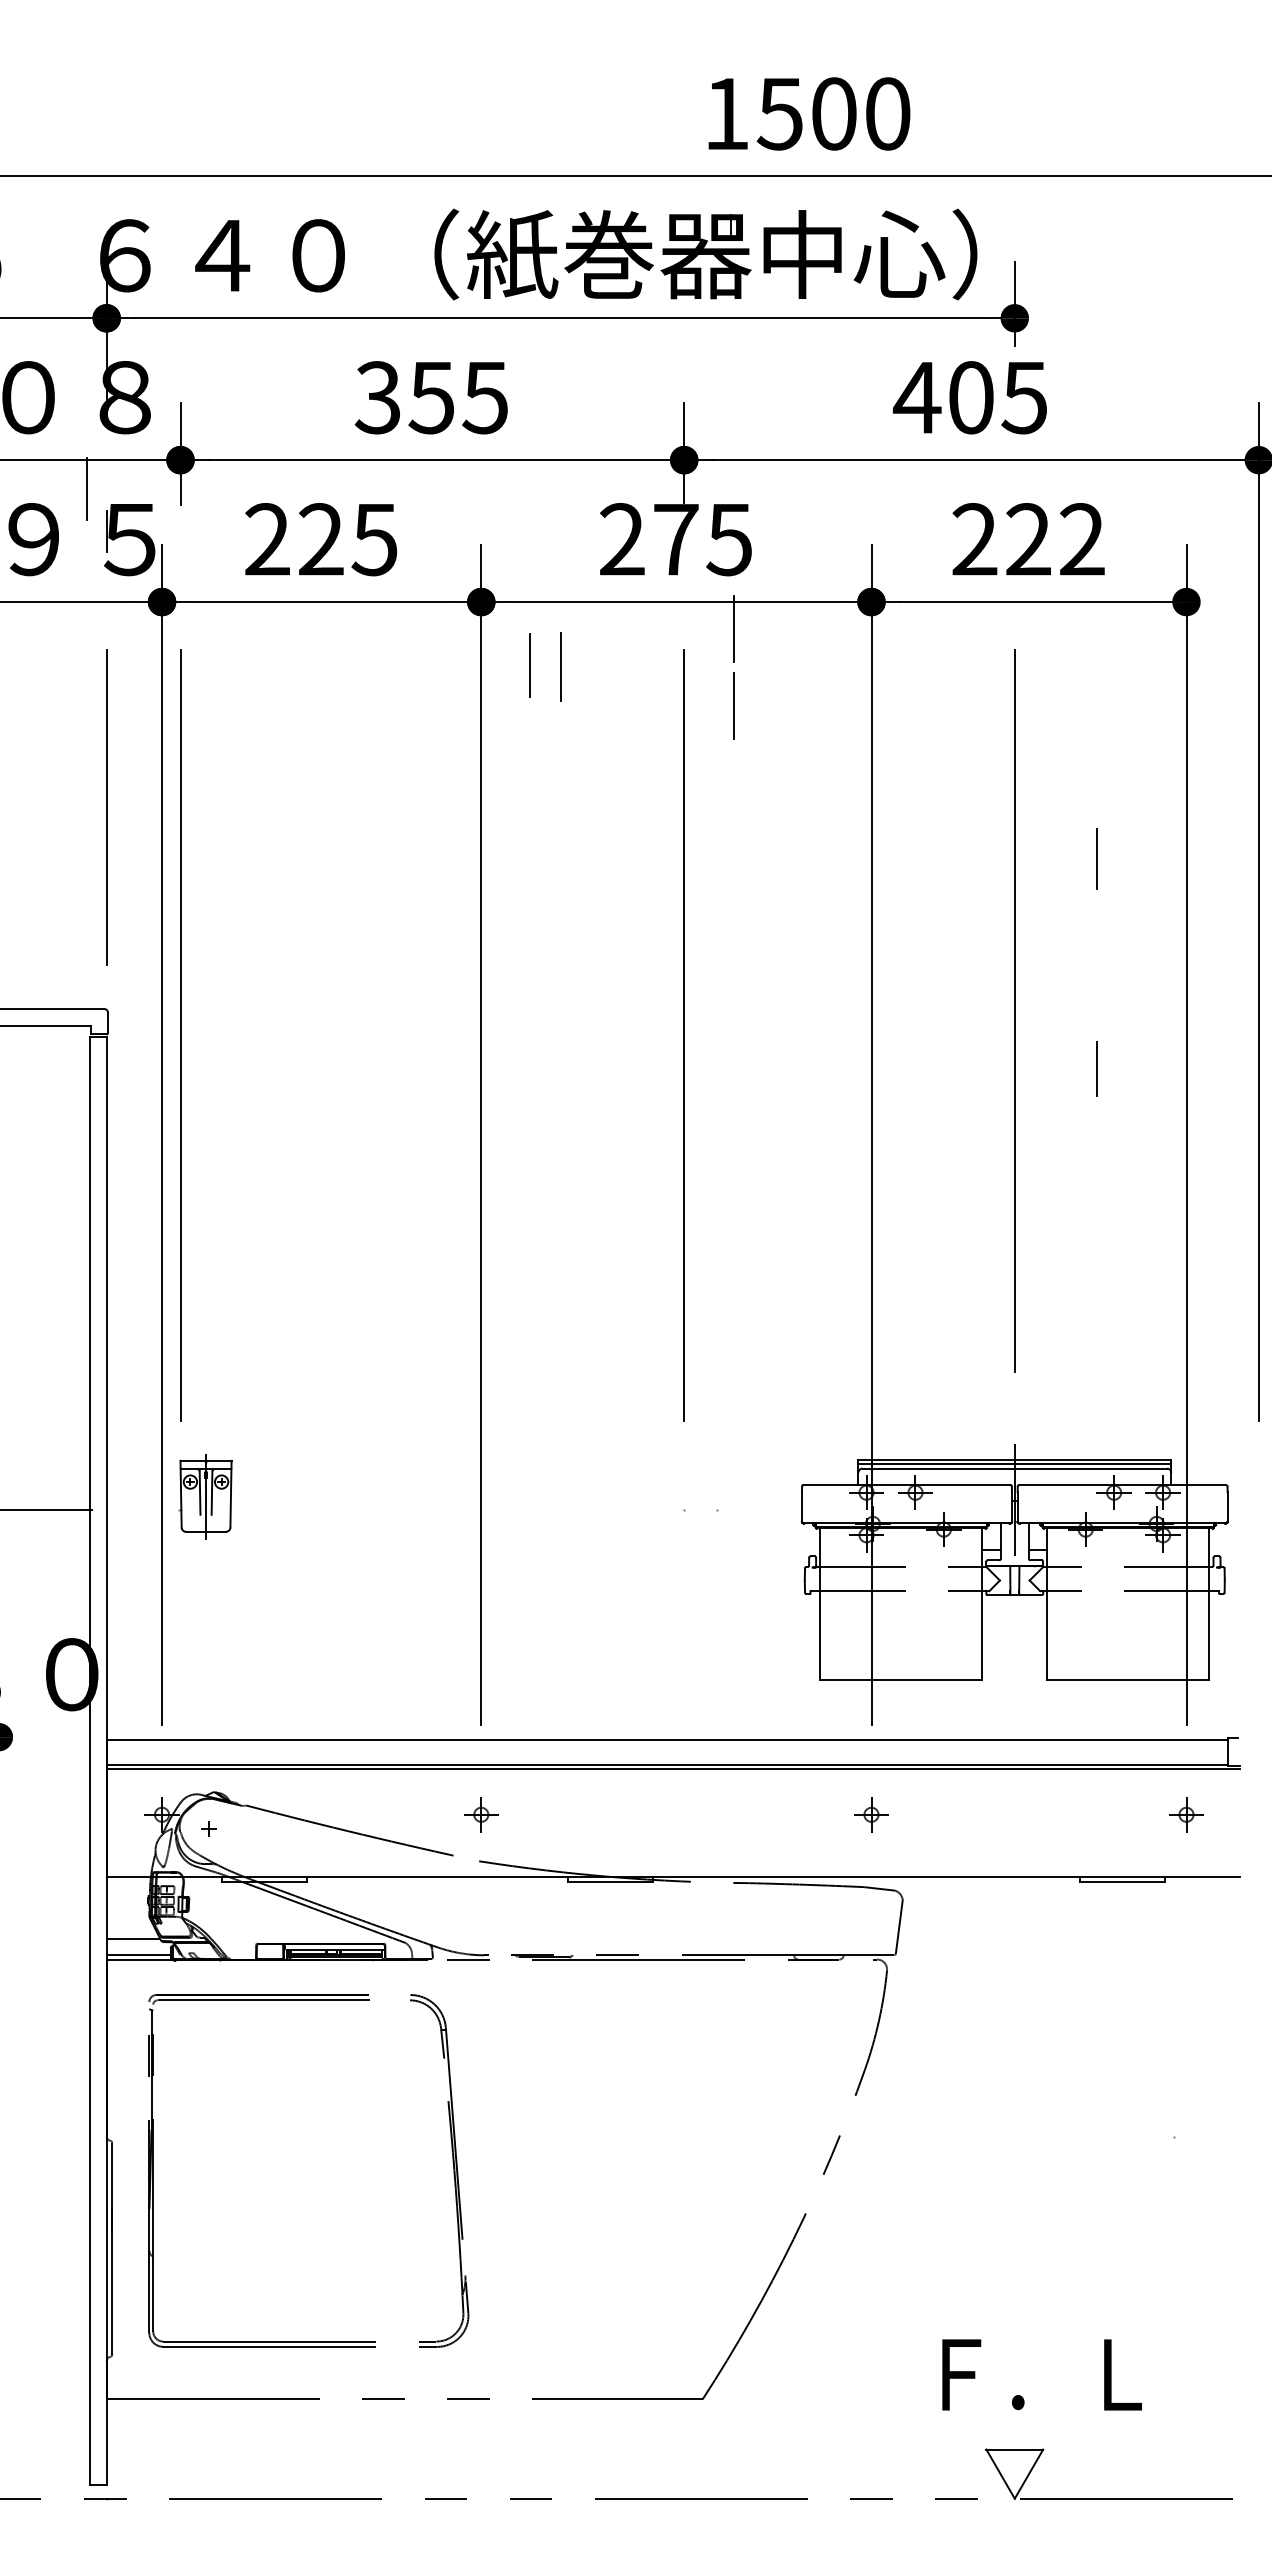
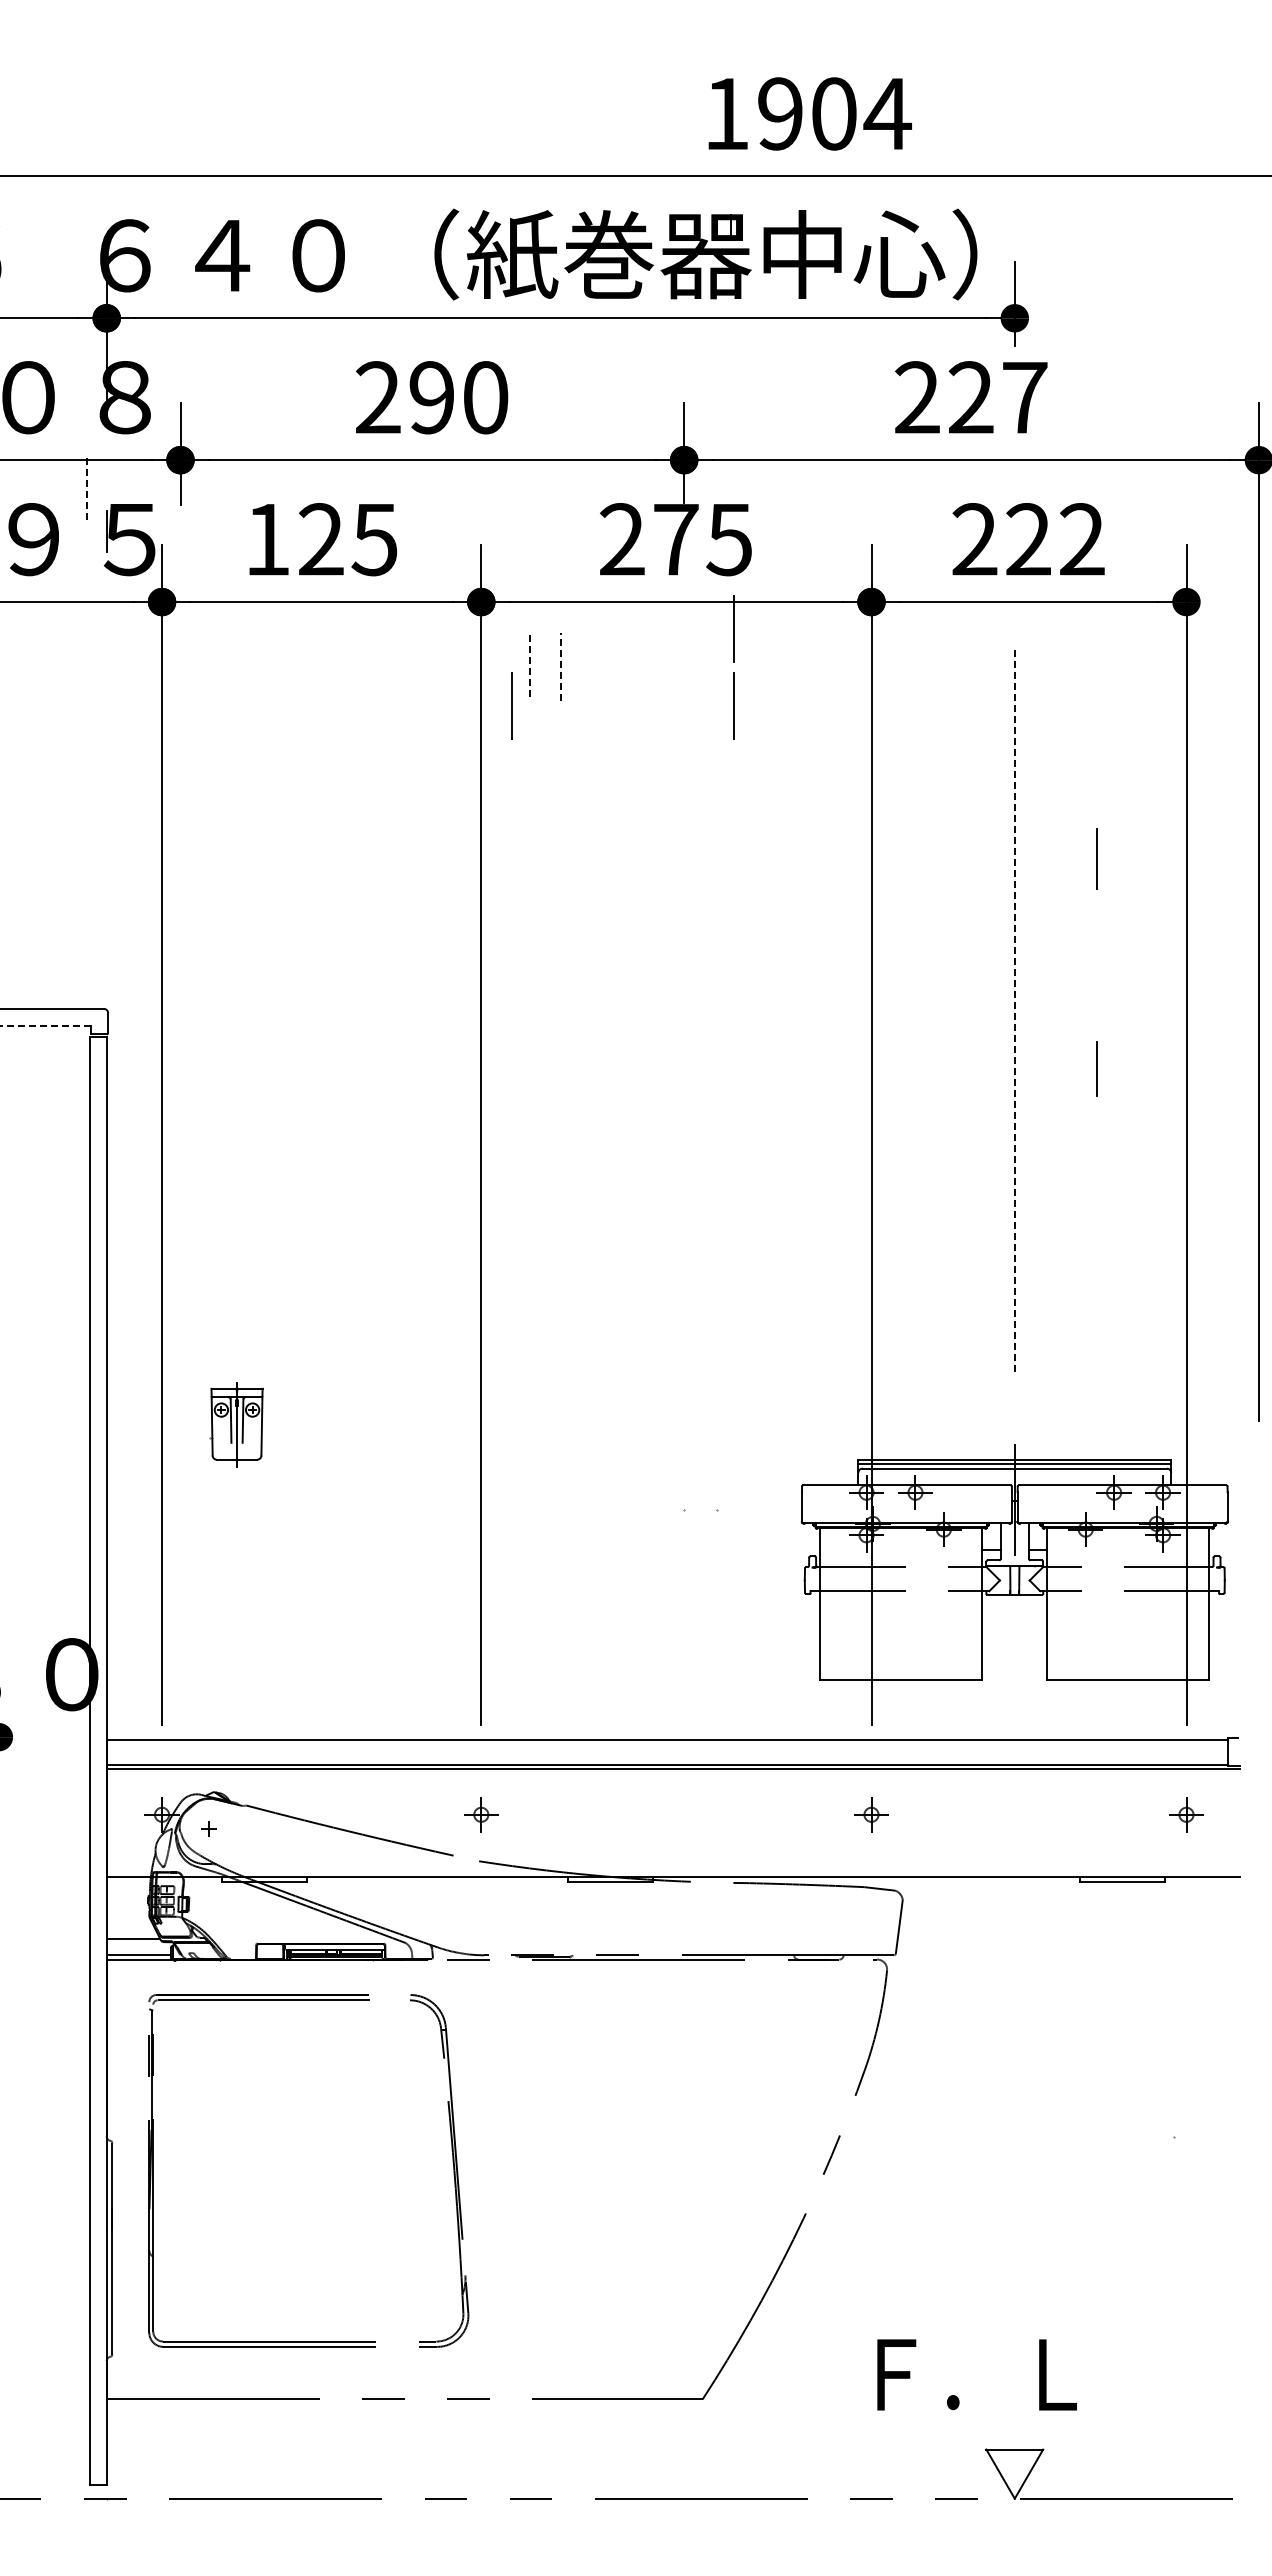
text at (833, 113): 1500 -> 1904
text at (431, 397): 355 -> 290
text at (969, 397): 405 -> 227
line at (86, 488): solid -> dashed
text at (267, 539): 225 -> 125
line at (529, 664): solid -> dashed
line at (560, 666): solid -> dashed
line at (511, 705): none -> present
line at (106, 807): present -> none
line at (1014, 1010): solid -> dashed
line at (45, 1025): solid -> dashed
line at (180, 1034): present -> none
line at (684, 1034): present -> none
part at (205, 1496) position: (205, 1496) -> (236, 1424)
line at (47, 1510): present -> none
text at (1041, 2374) position: (1041, 2374) -> (976, 2374)
